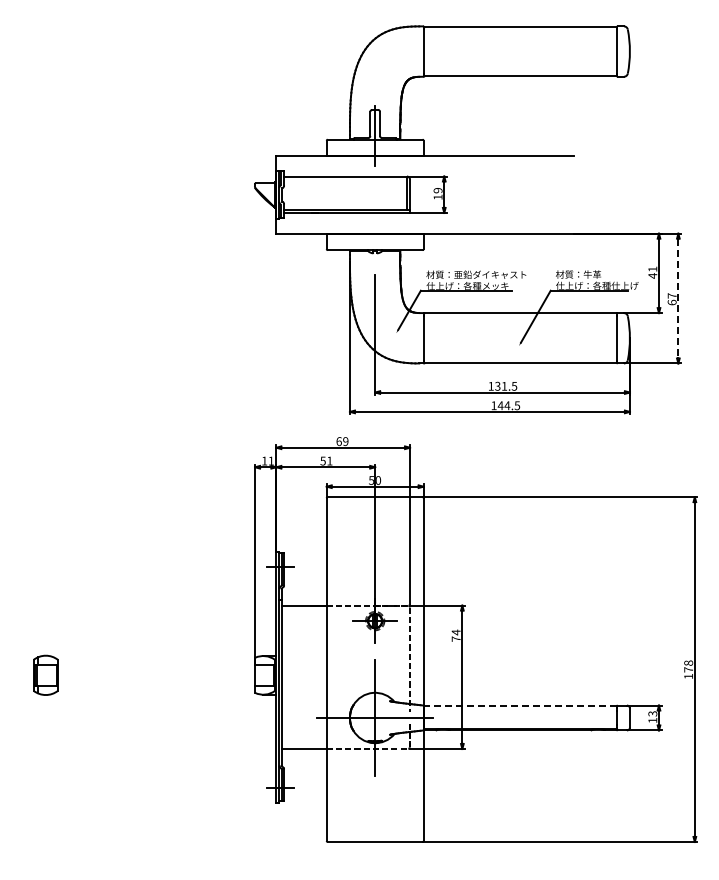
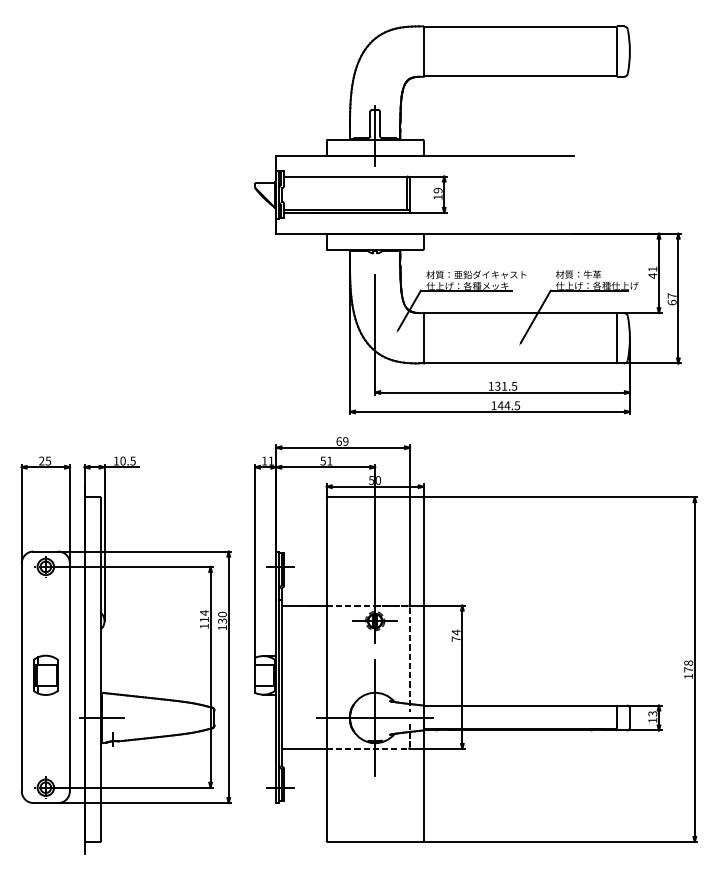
line at (678, 298): dashed -> solid
part at (125, 655): none -> present
line at (520, 705): dashed -> solid
